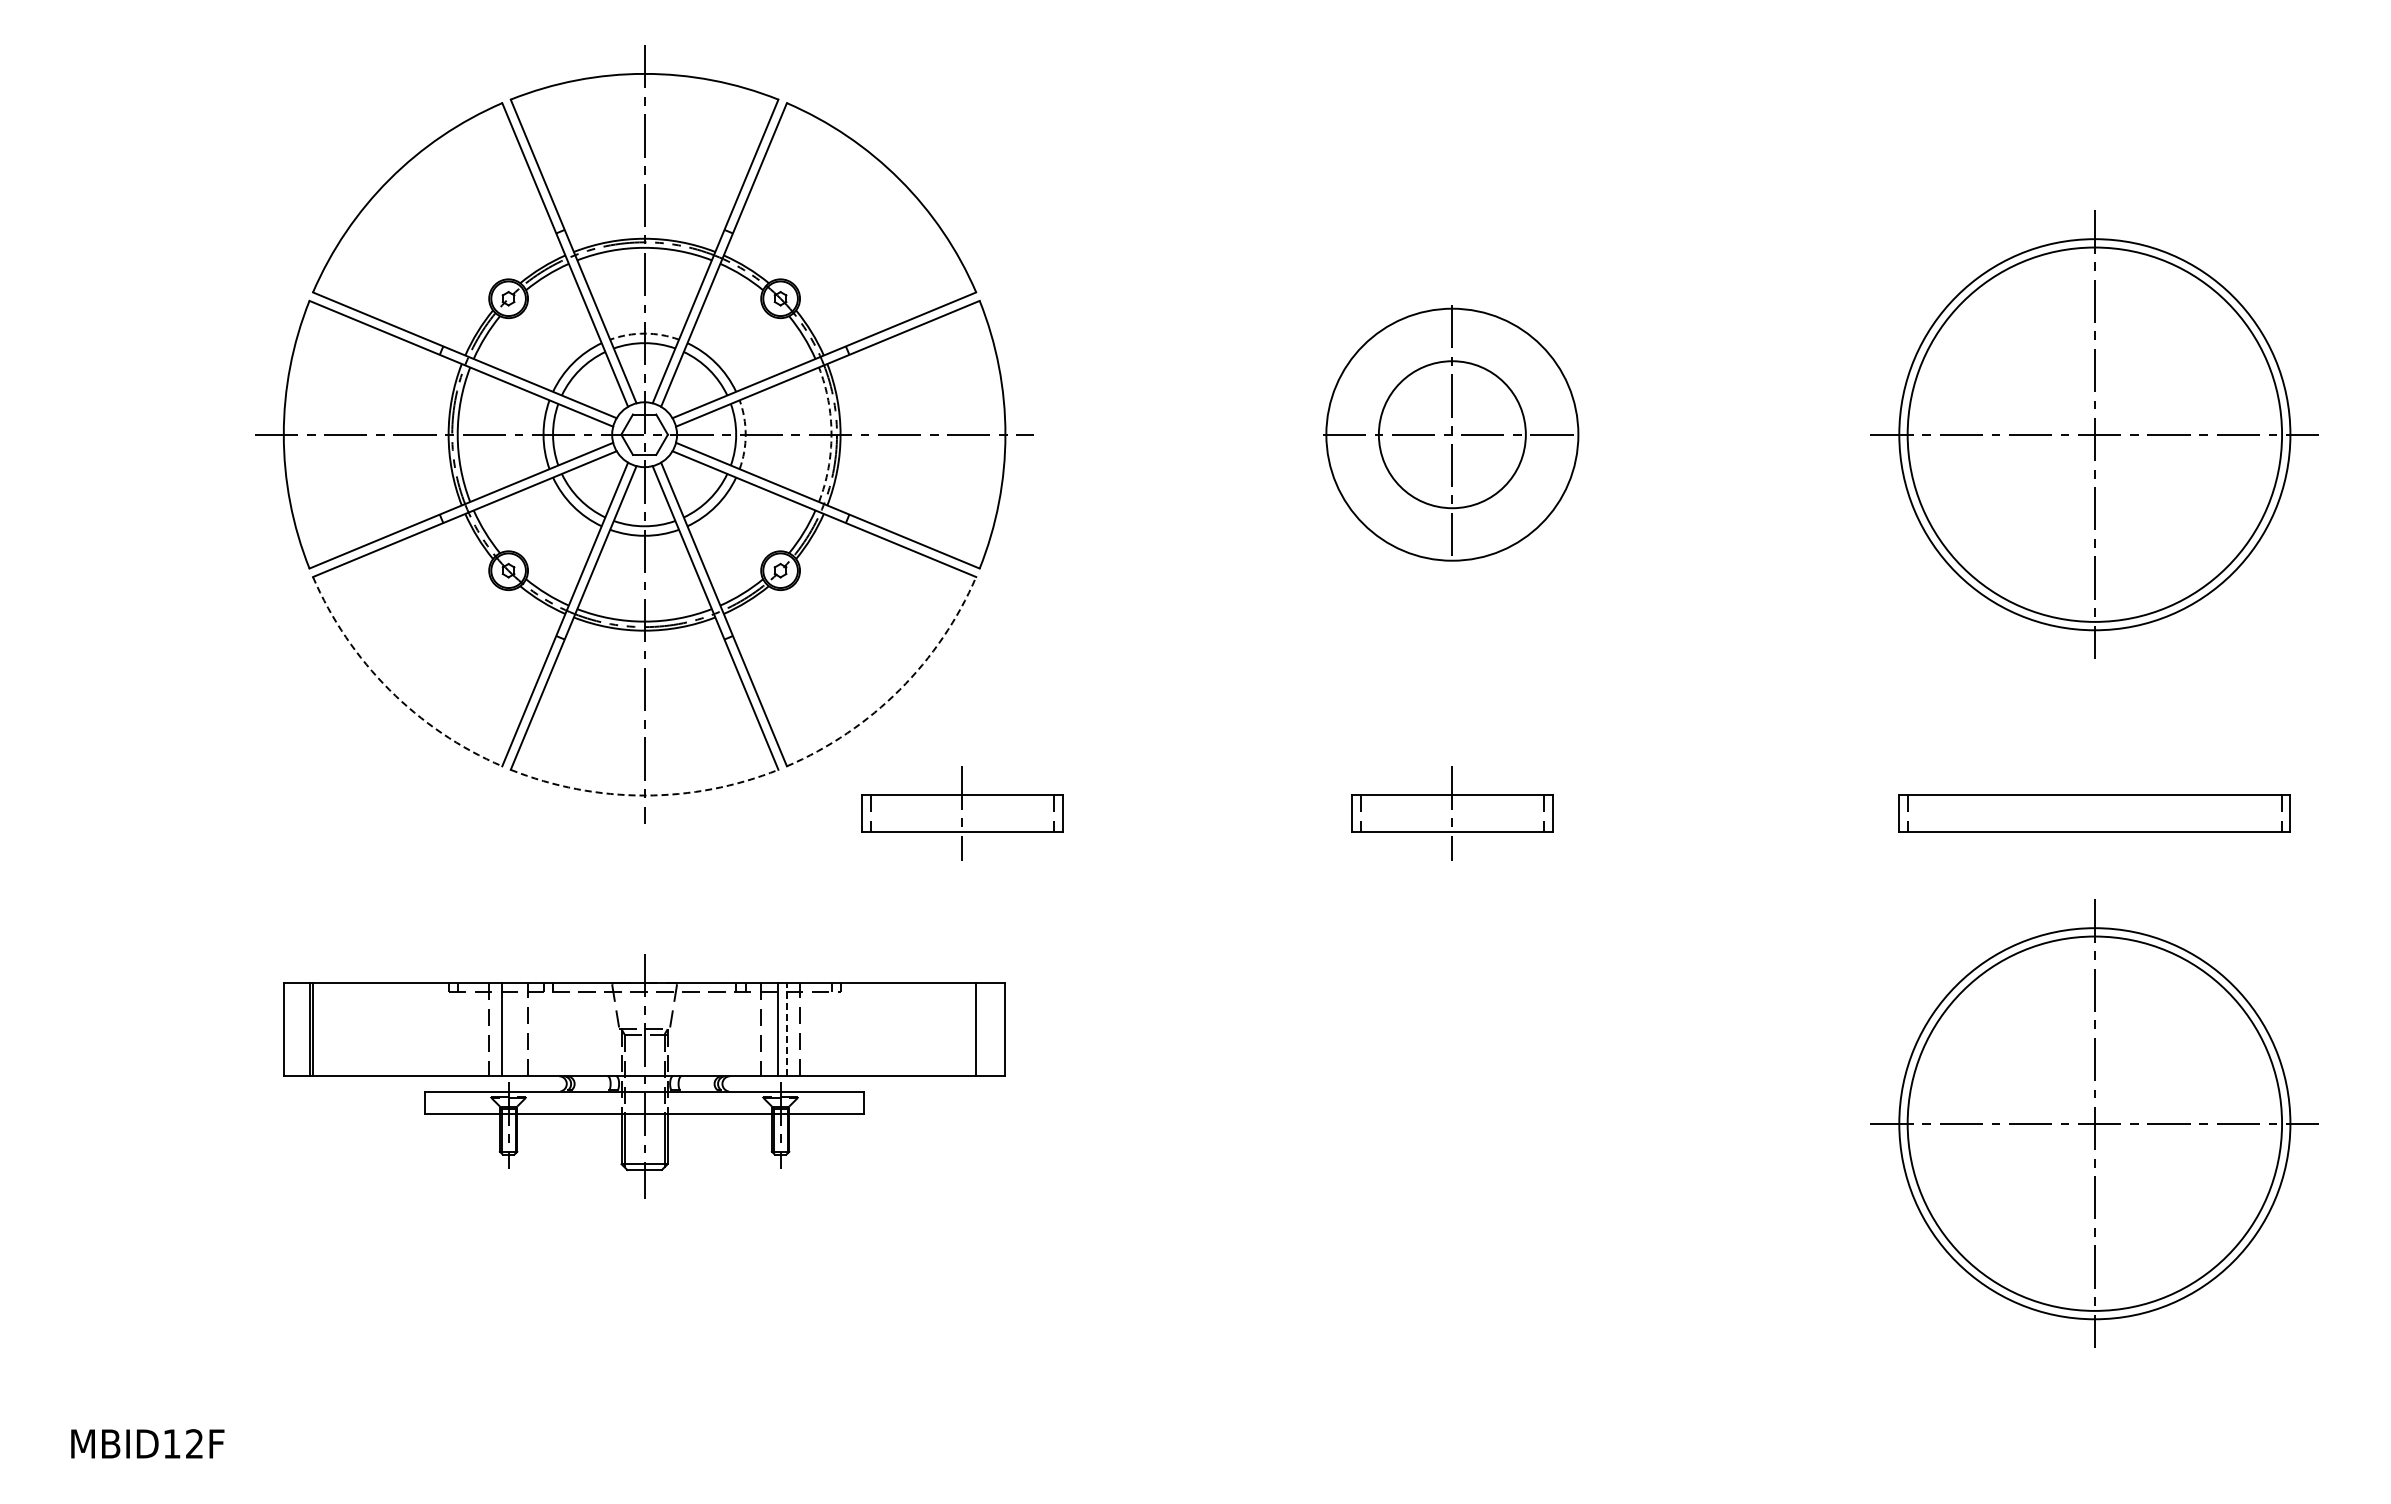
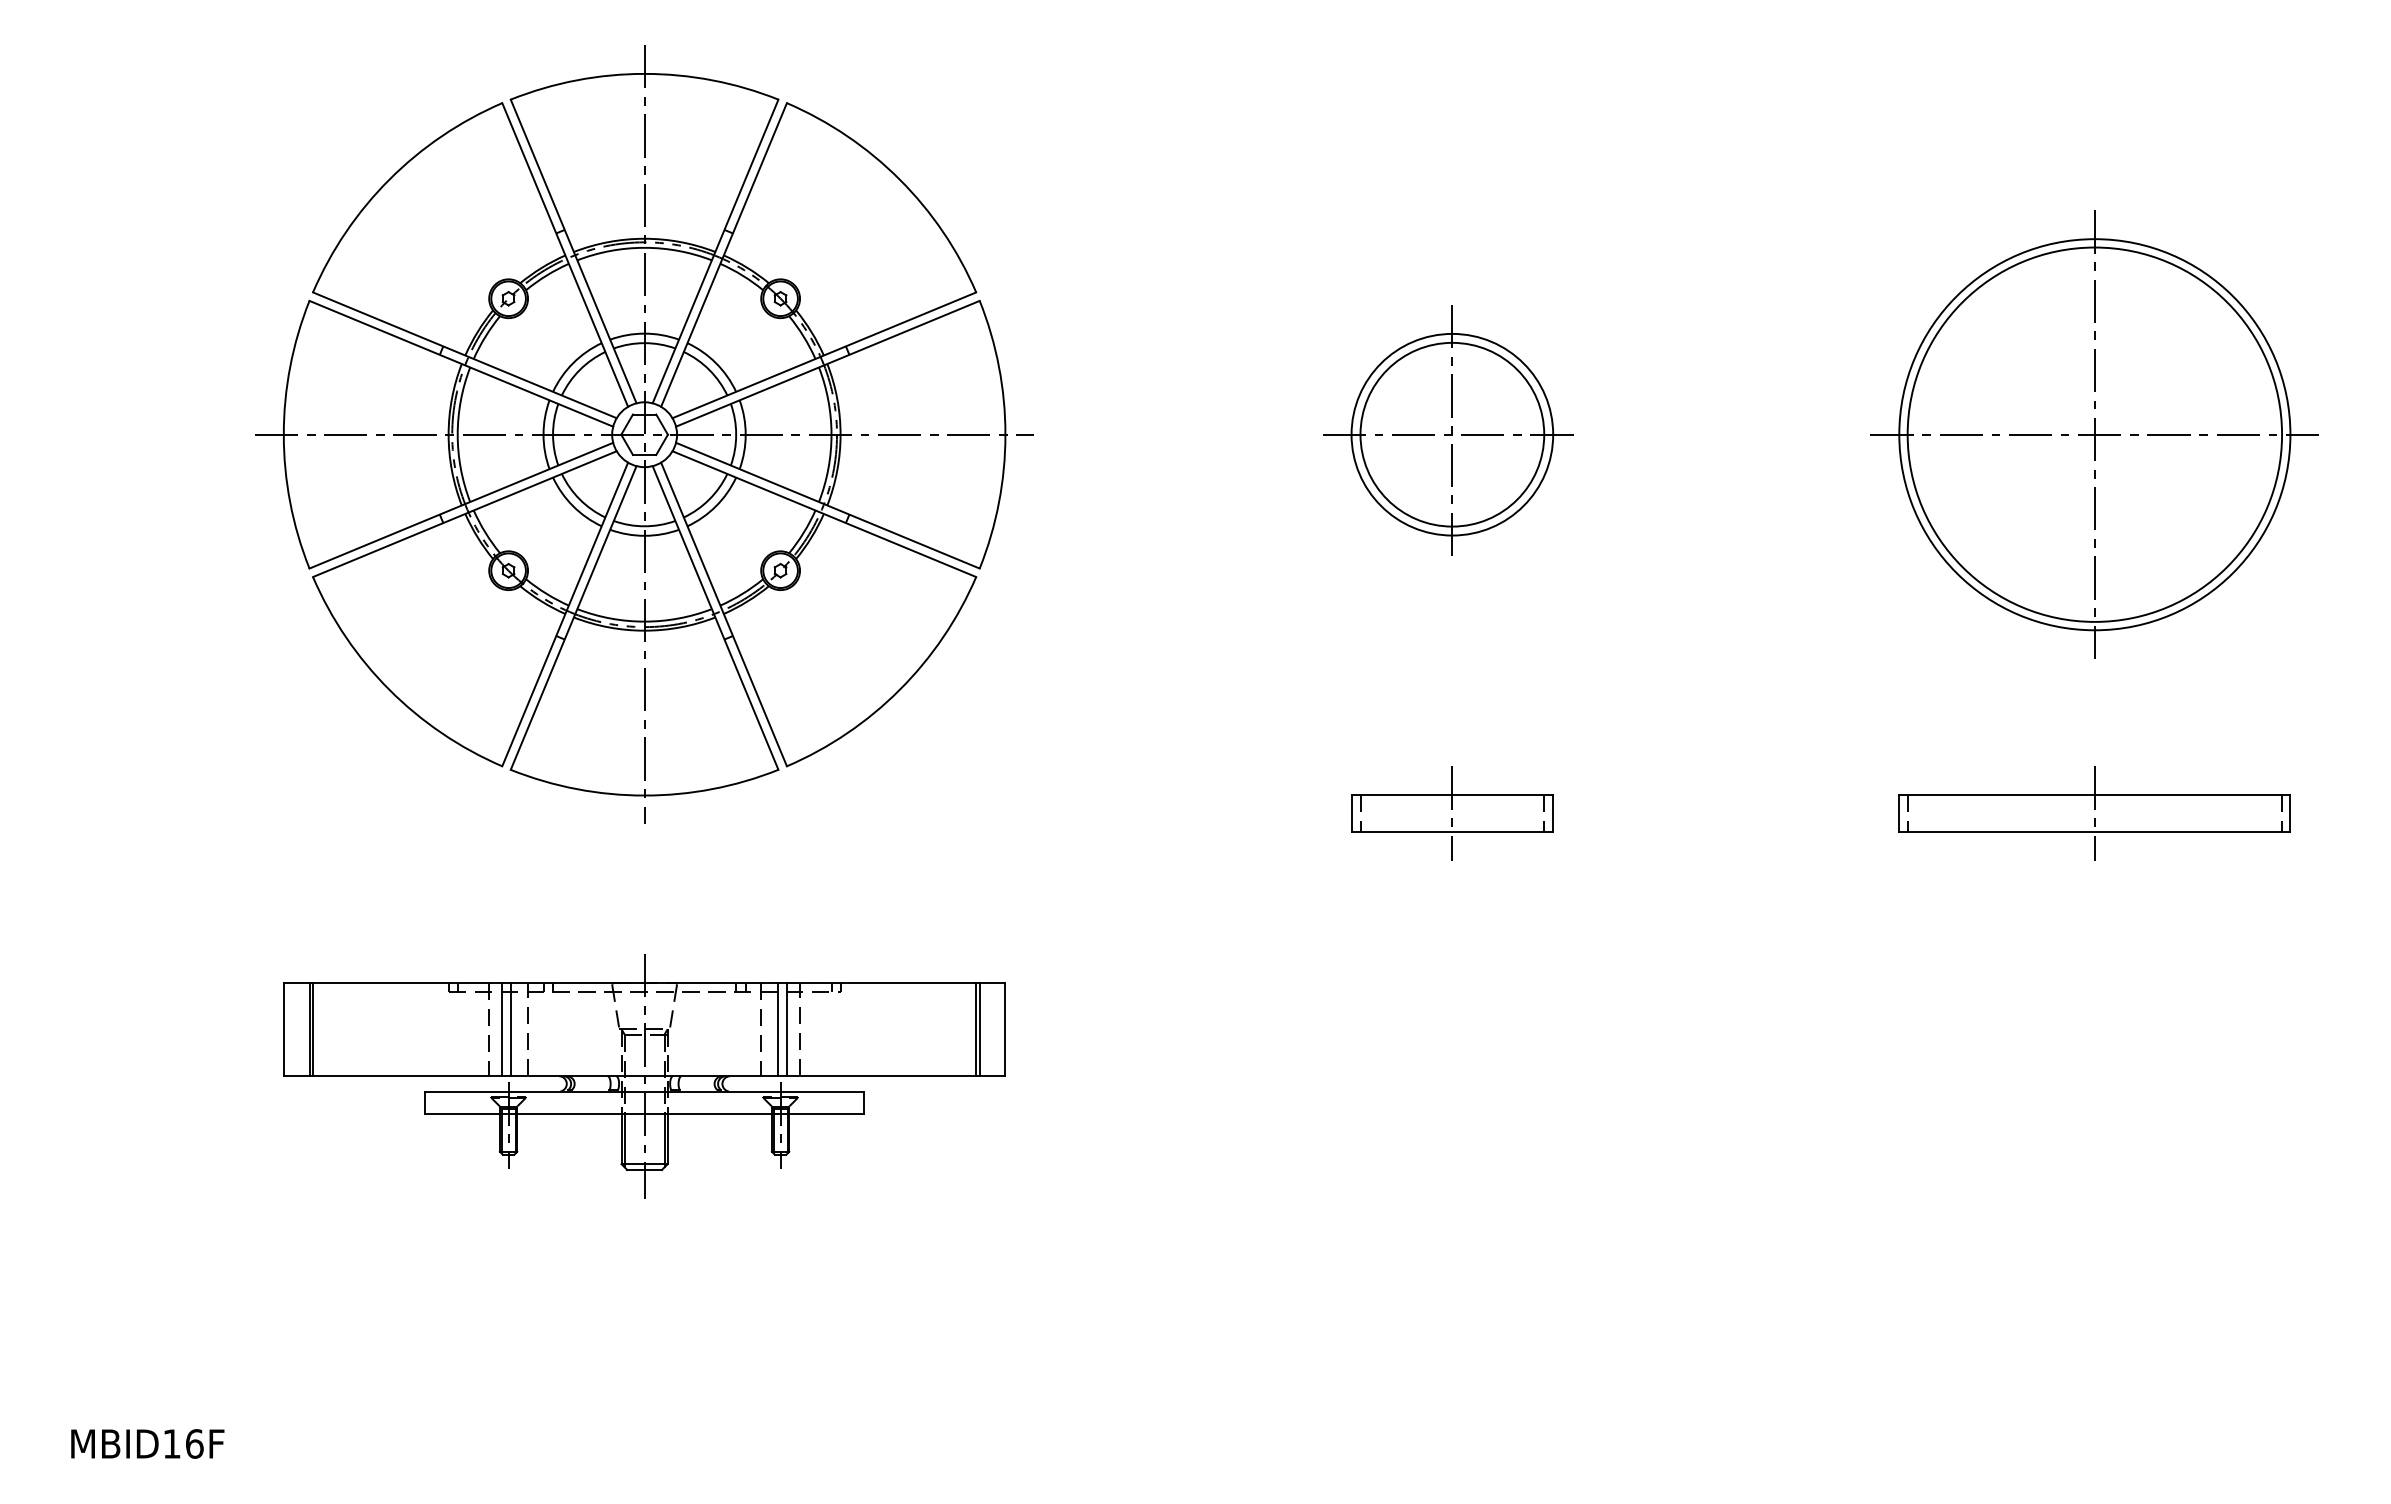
arc at (644, 333): dashed -> solid
arc at (745, 434): dashed -> solid
arc at (831, 434): dashed -> solid
circle at (1451, 434) diameter: 147 px -> 184 px
circle at (1452, 434) diameter: 252 px -> 202 px
arc at (389, 689): dashed -> solid
arc at (899, 689): dashed -> solid
arc at (644, 795): dashed -> solid
part at (962, 813): present -> none
line at (2094, 813): none -> present
line at (510, 1029): none -> present
line at (786, 1029): dashed -> solid
line at (979, 1029): none -> present
part at (2094, 1123): present -> none
text at (194, 1443): MBID12F -> MBID16F
